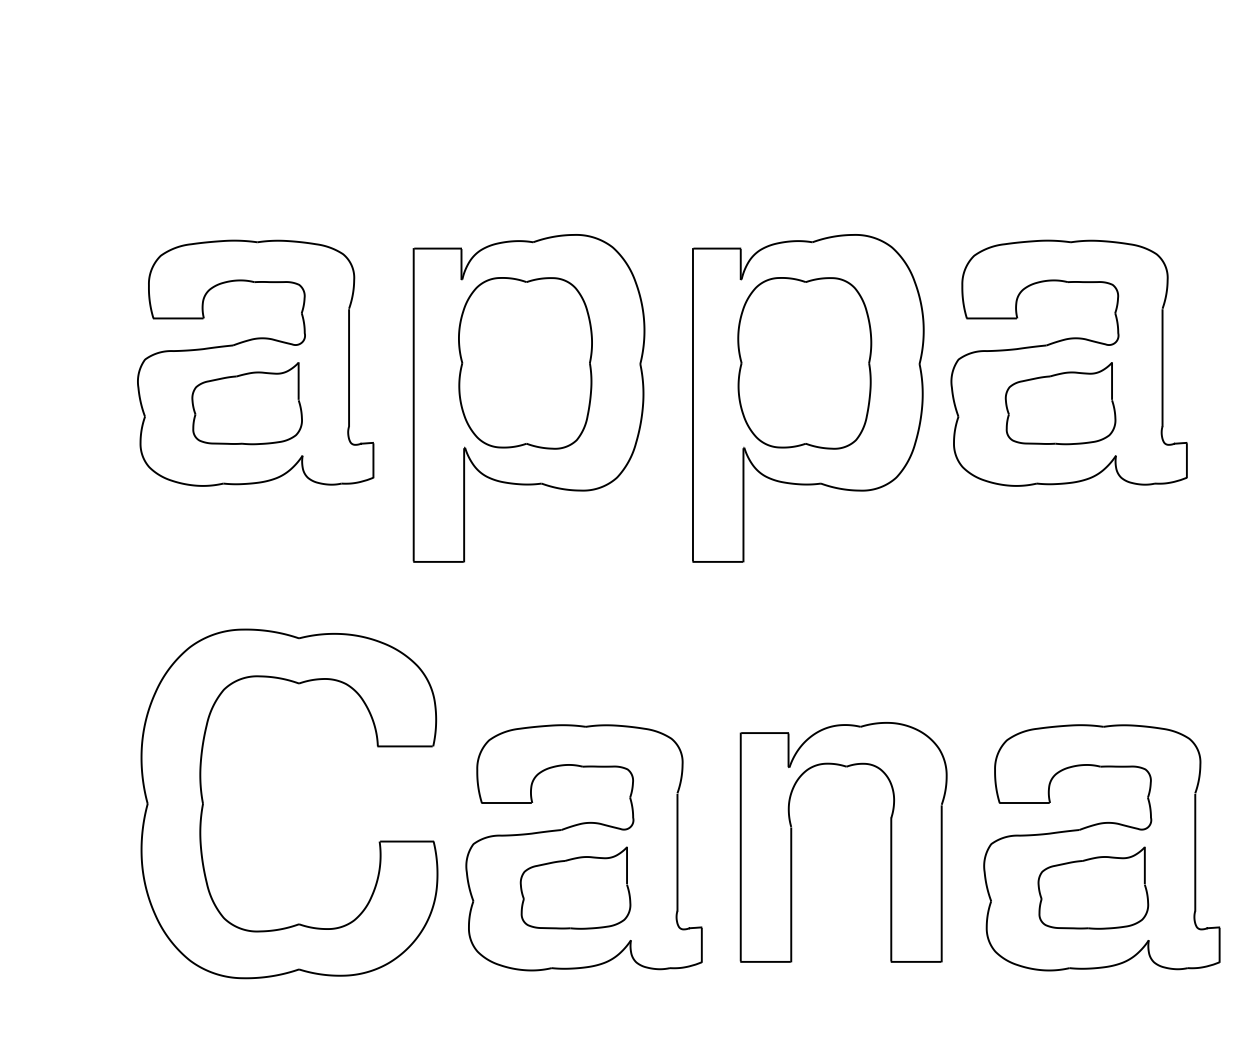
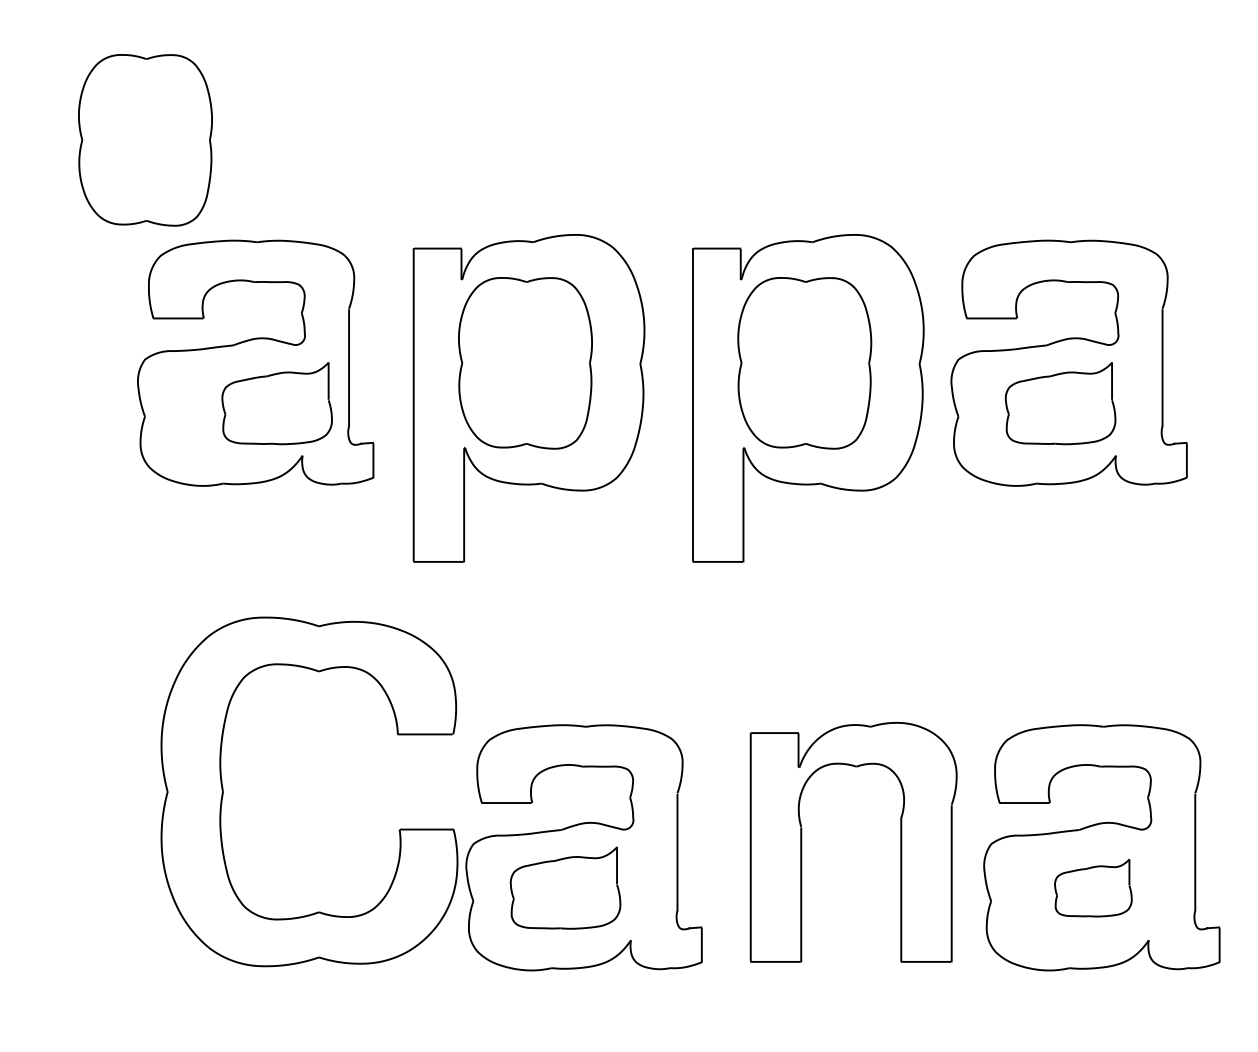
part at (145, 140): none -> present
part at (246, 403) position: (246, 403) -> (276, 403)
part at (203, 803) position: (203, 803) -> (223, 791)
part at (890, 842) position: (890, 842) -> (900, 842)
part at (575, 887) position: (575, 887) -> (565, 887)
part at (1093, 887) size: 113x84 px -> 79x59 px
